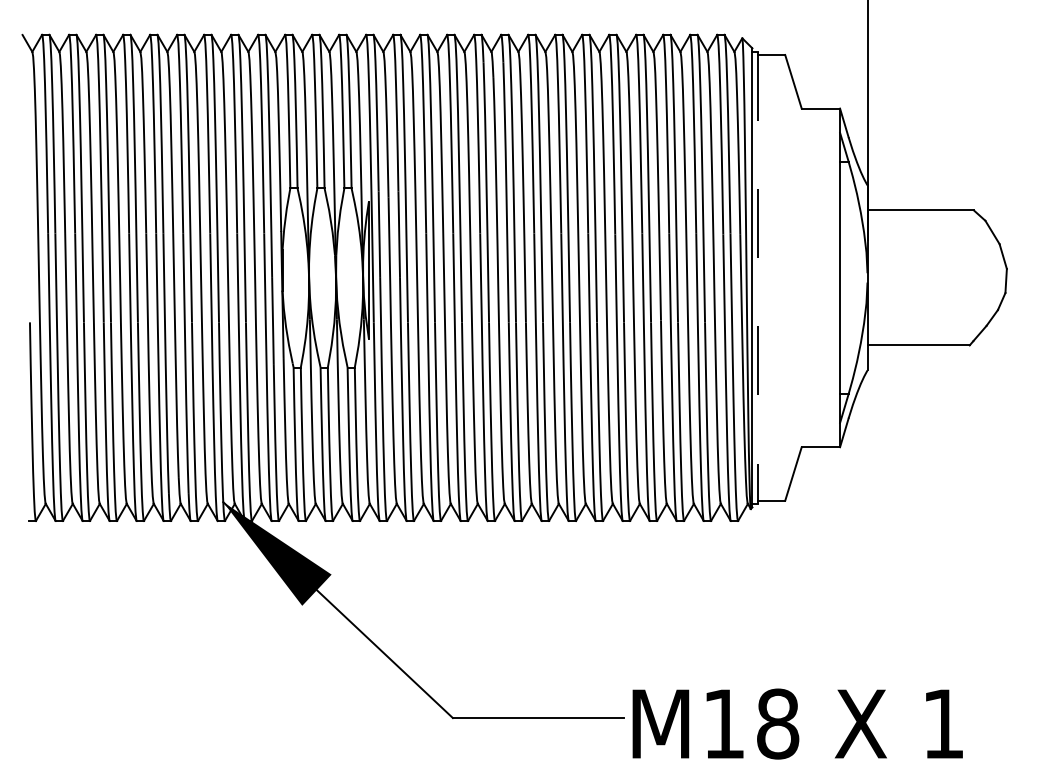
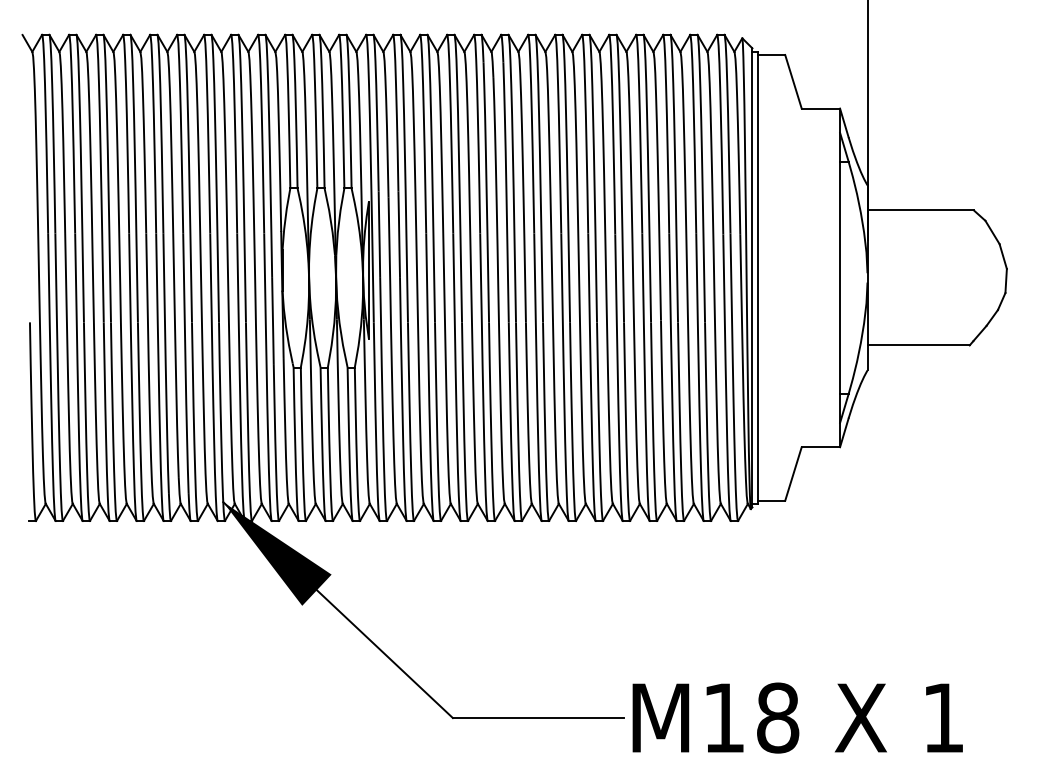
line at (757, 277): dashed -> solid
text at (797, 723) position: (797, 723) -> (797, 717)
